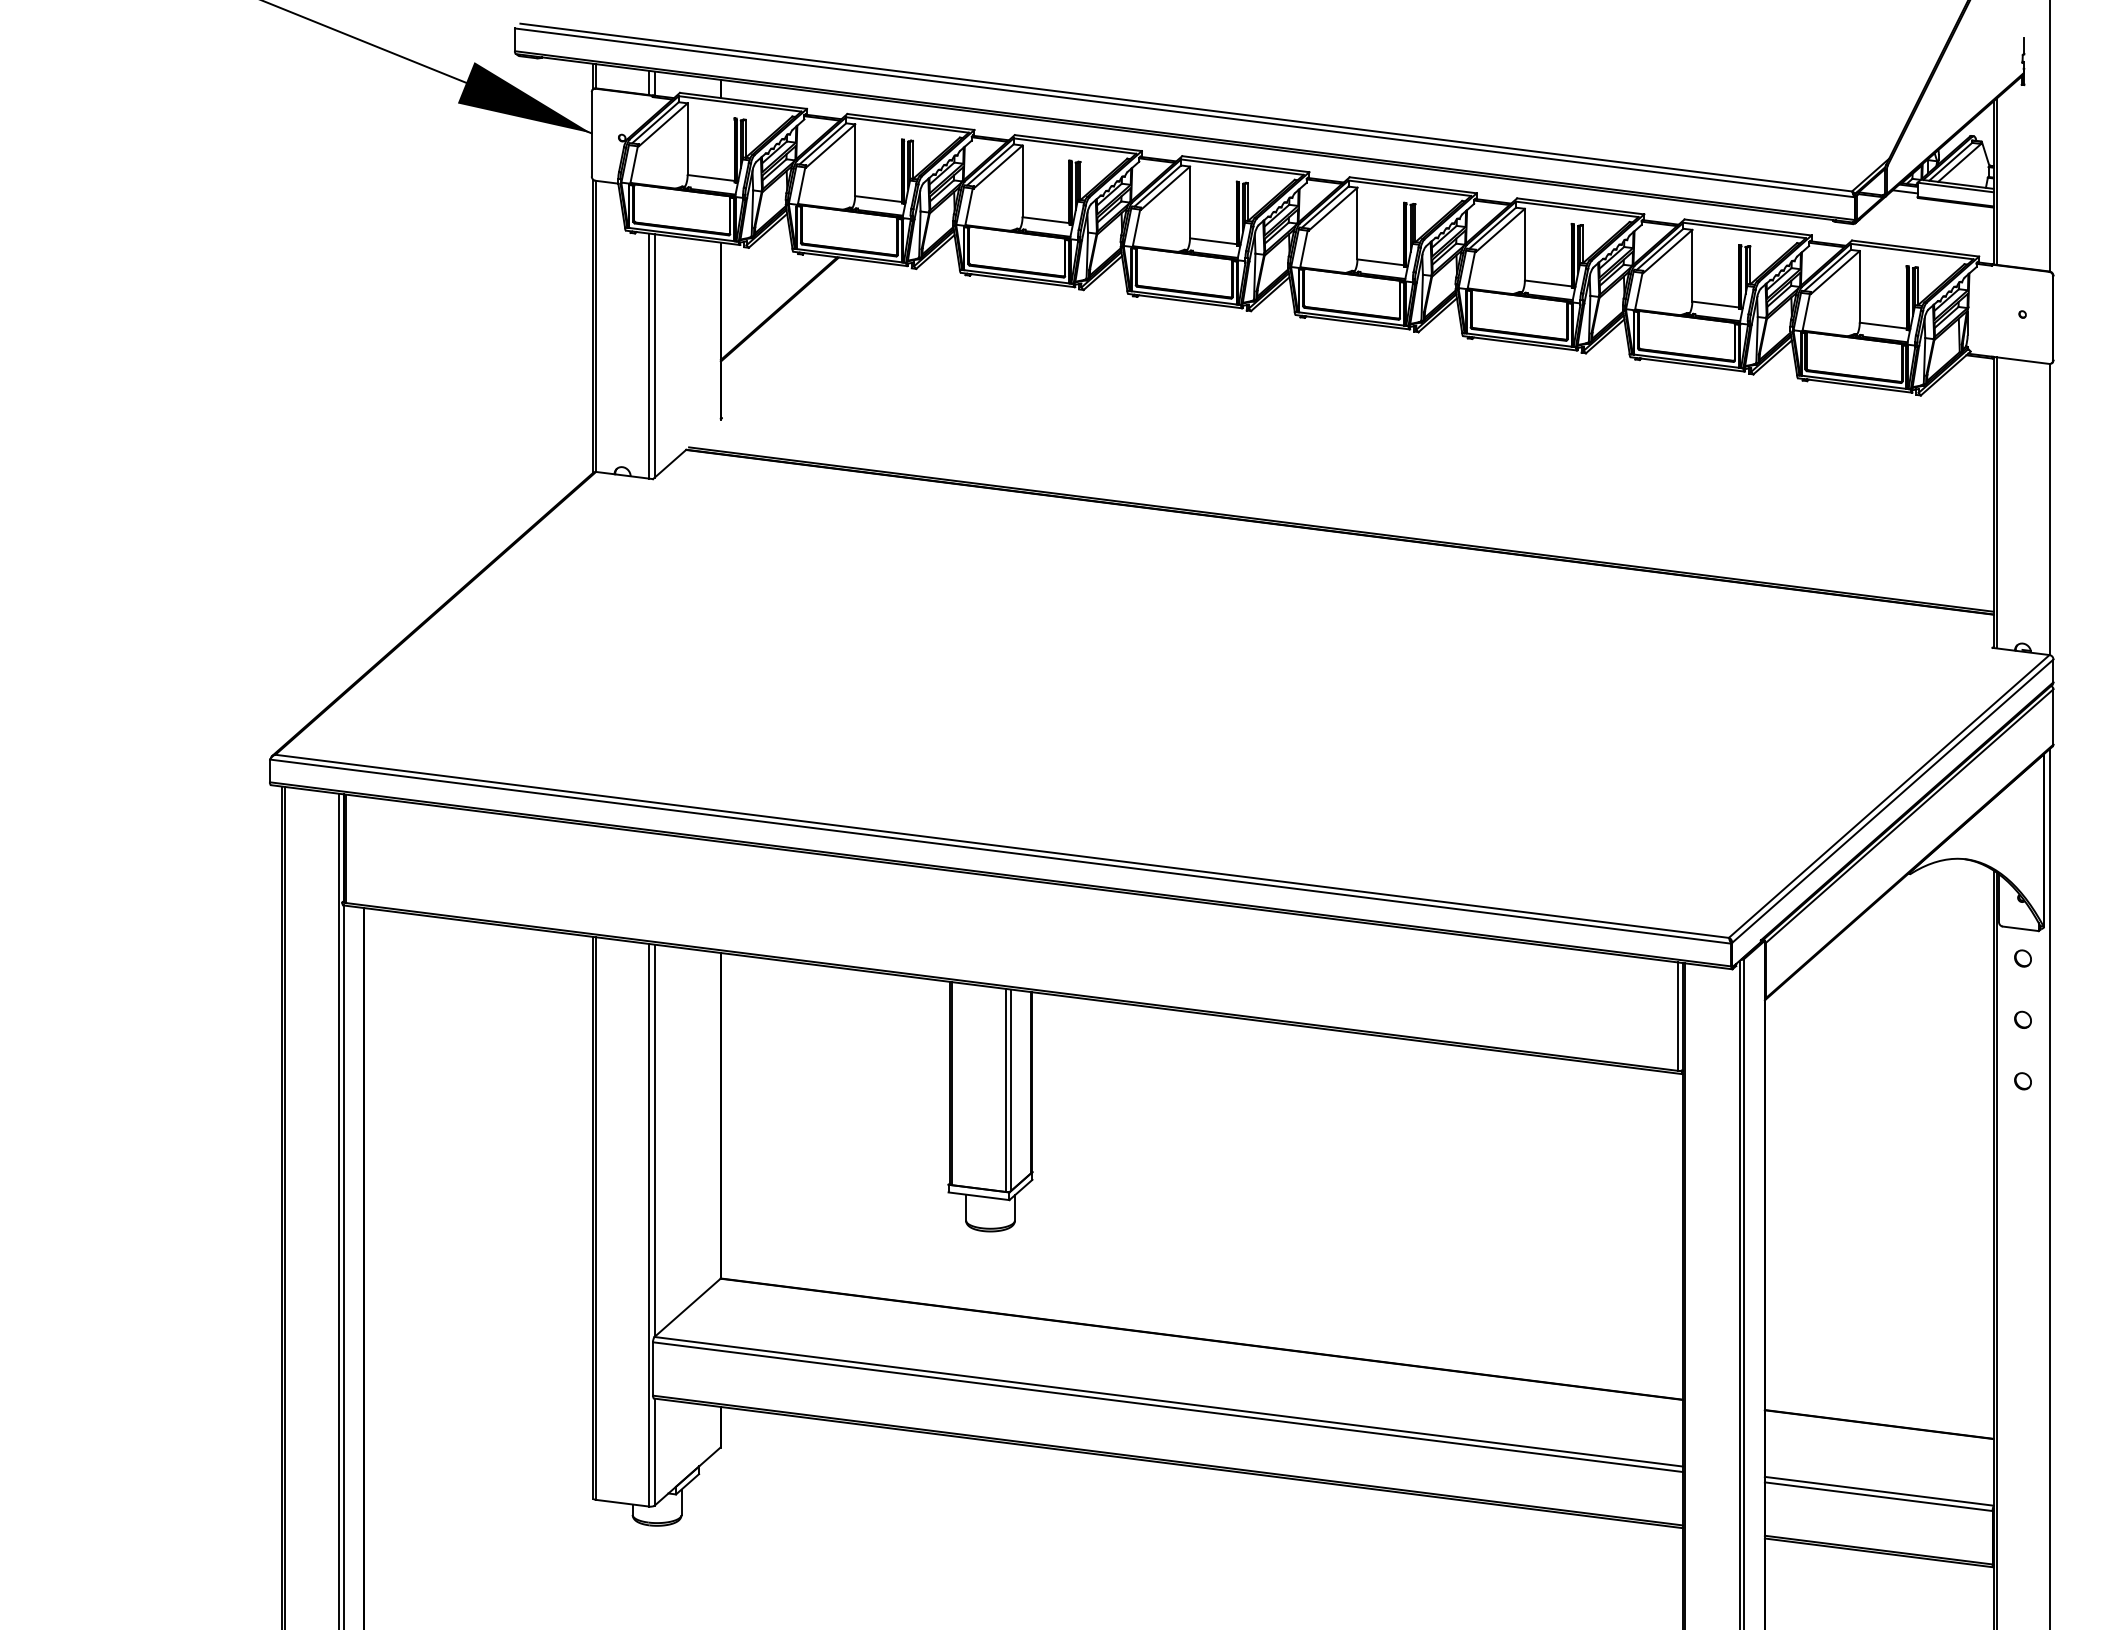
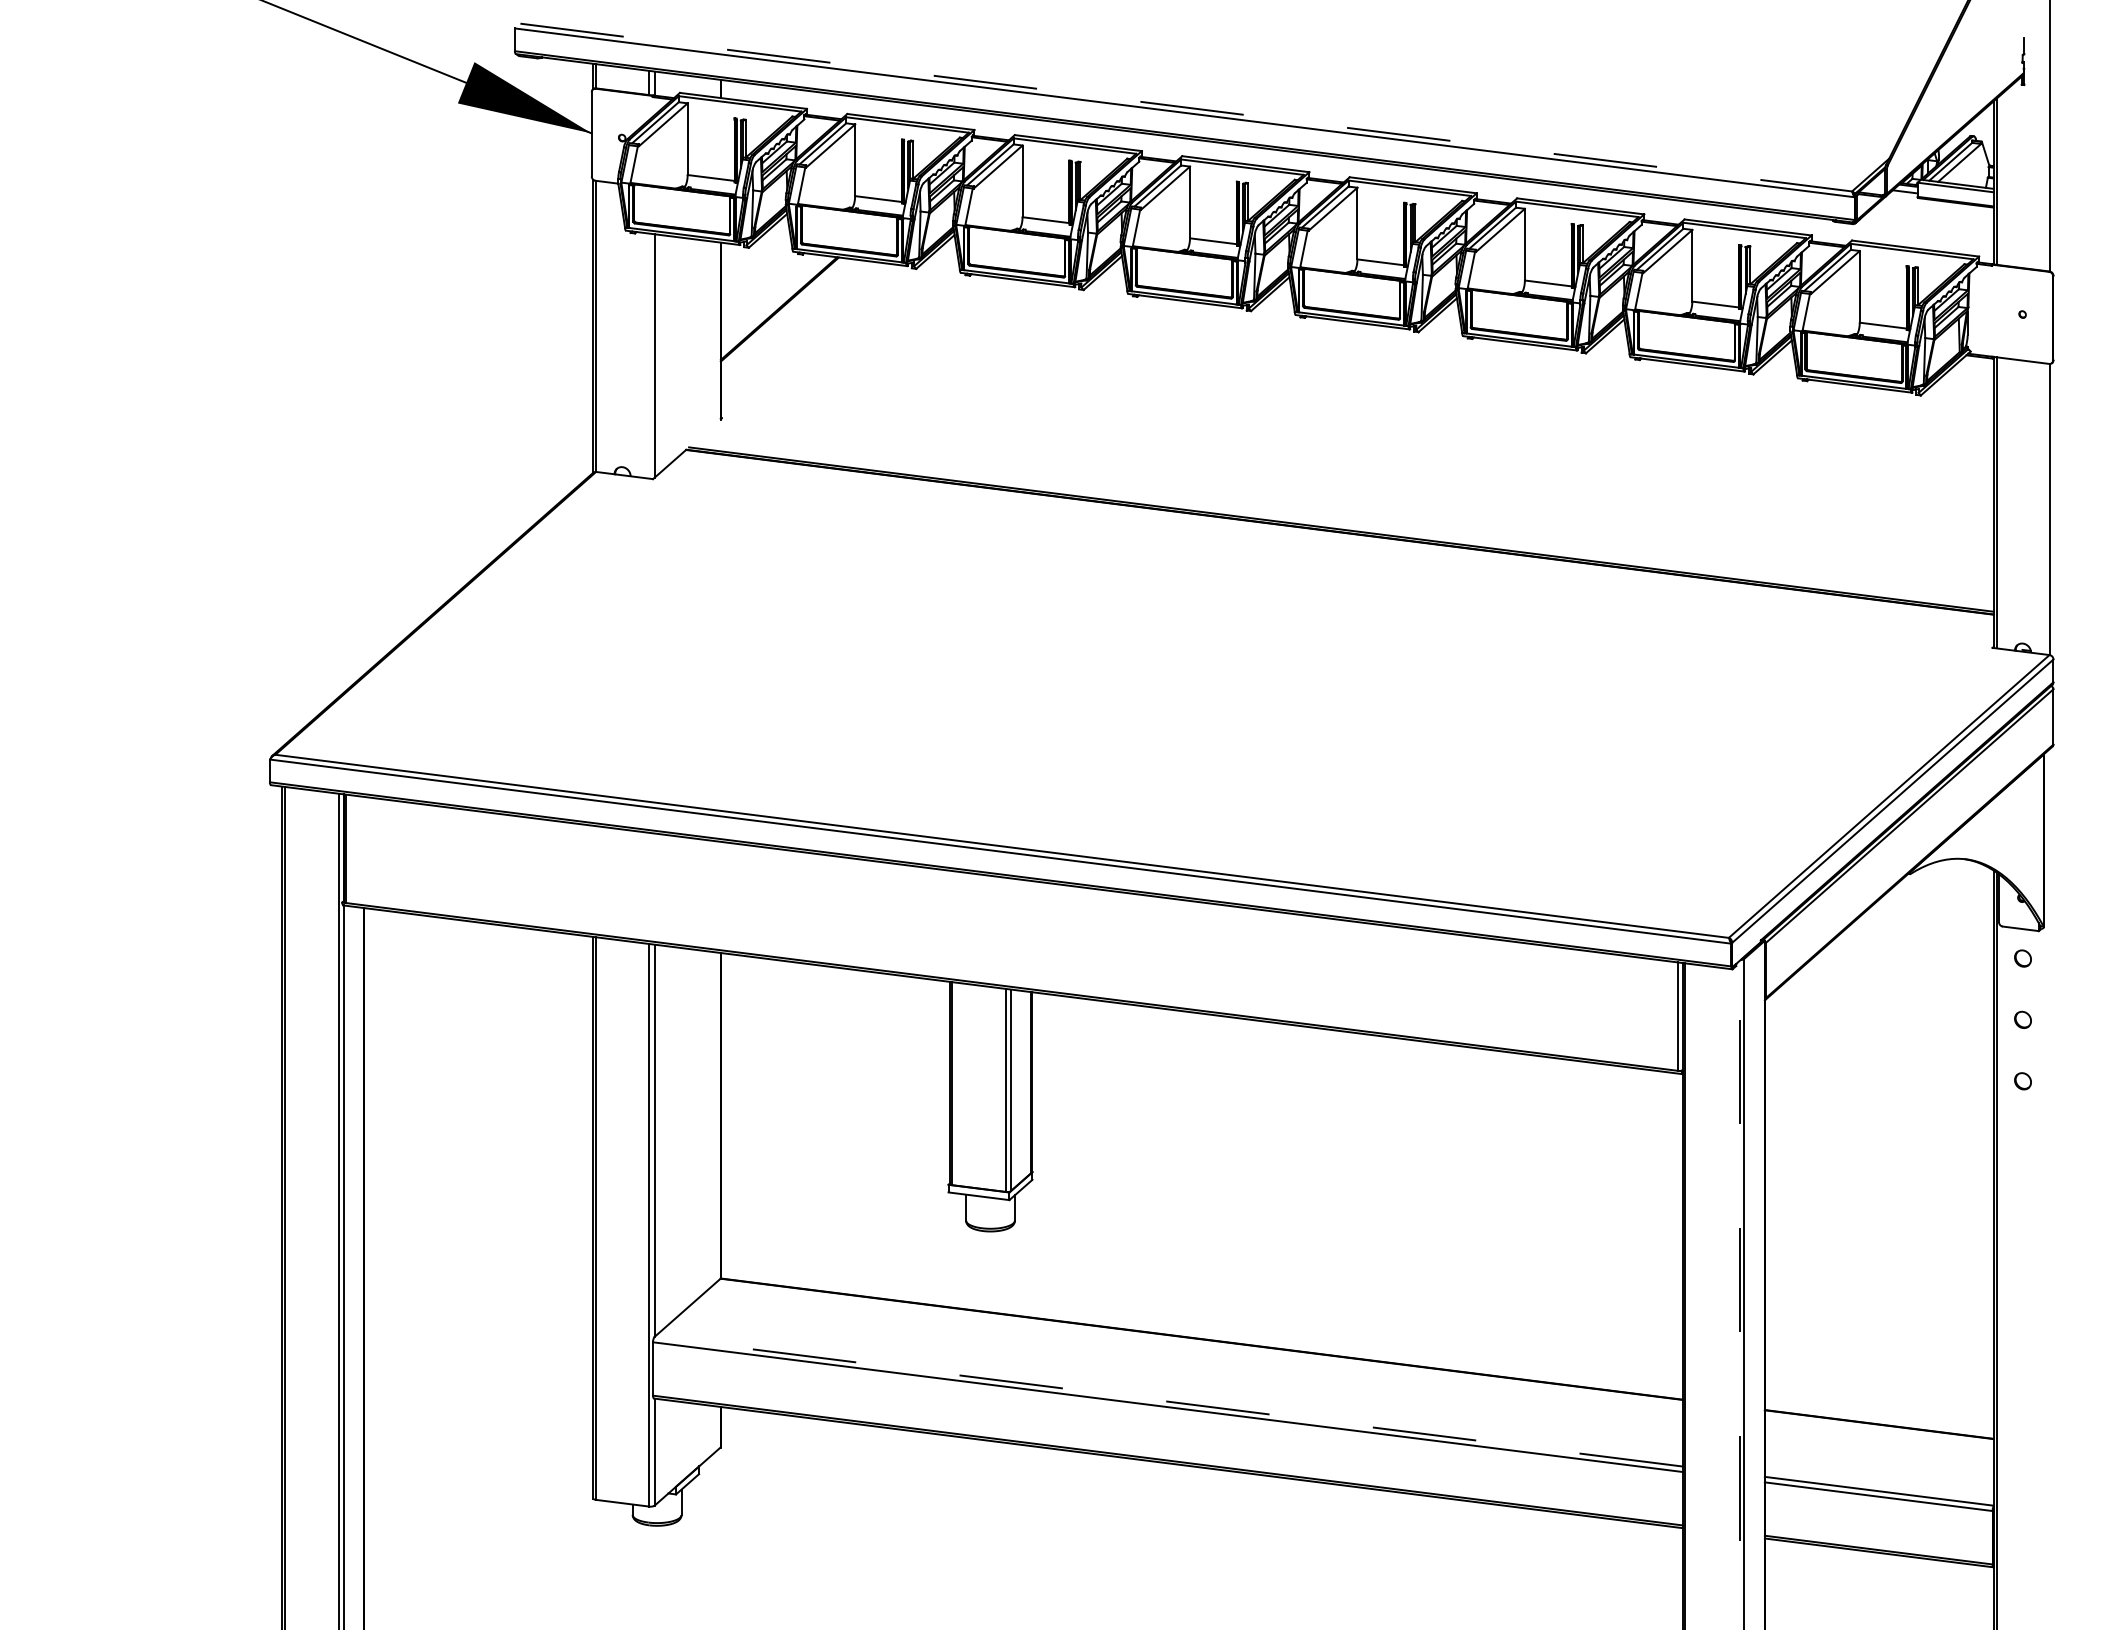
line at (1186, 107): solid -> dashed
line at (649, 355): present -> none
line at (2049, 1187): present -> none
line at (1739, 1294): solid -> dashed
line at (1168, 1401): solid -> dashed
